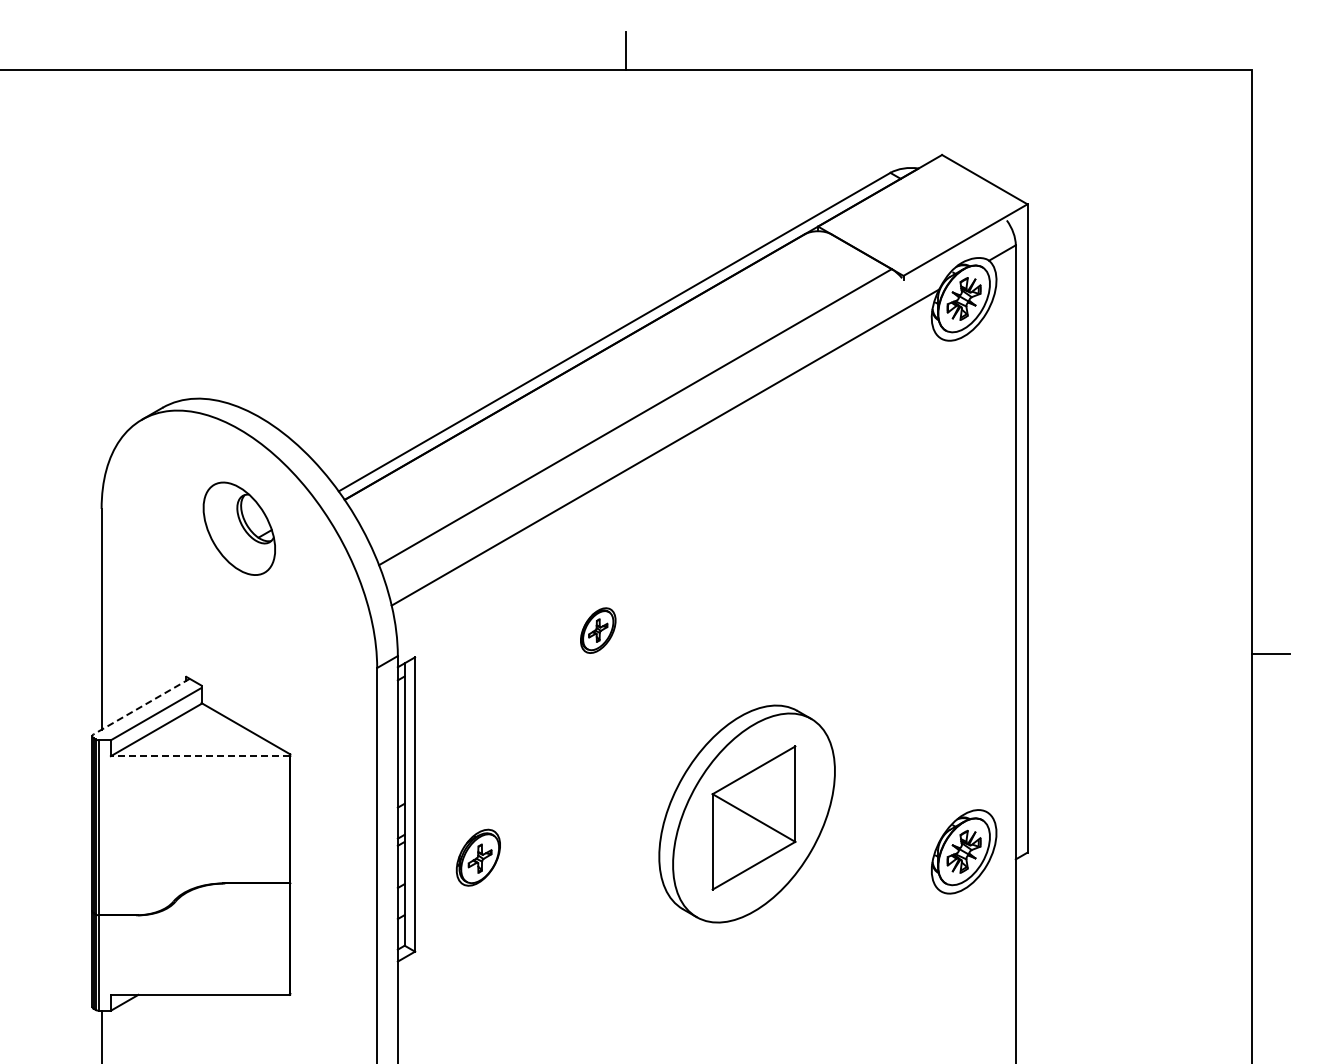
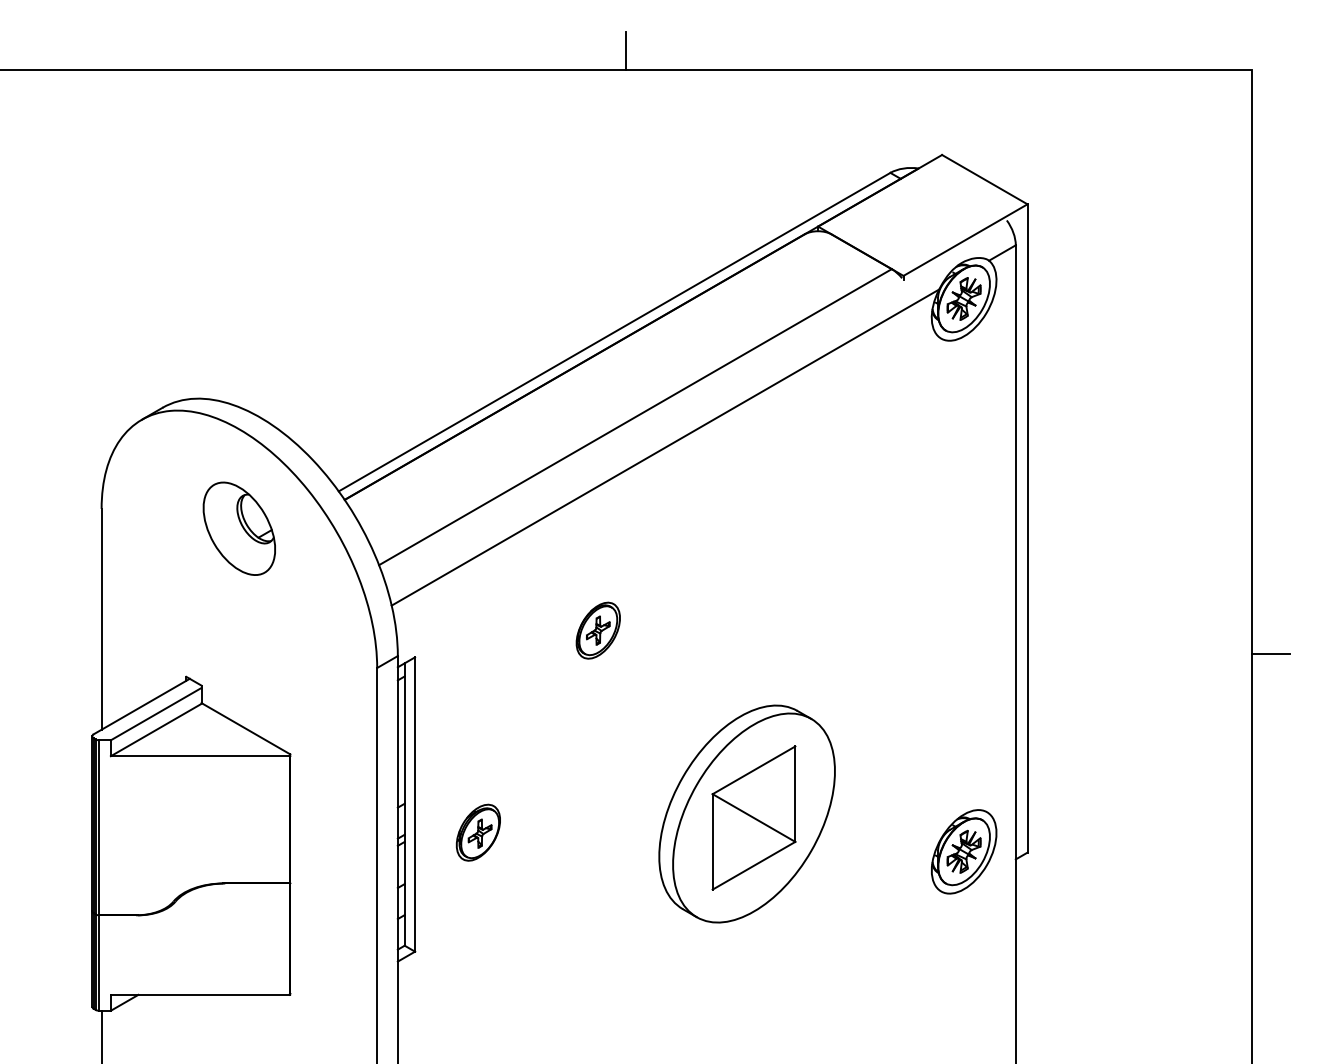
part at (598, 630) size: 37x47 px -> 46x59 px
line at (141, 706): dashed -> solid
line at (200, 756): dashed -> solid
part at (477, 857) position: (477, 857) -> (477, 832)
